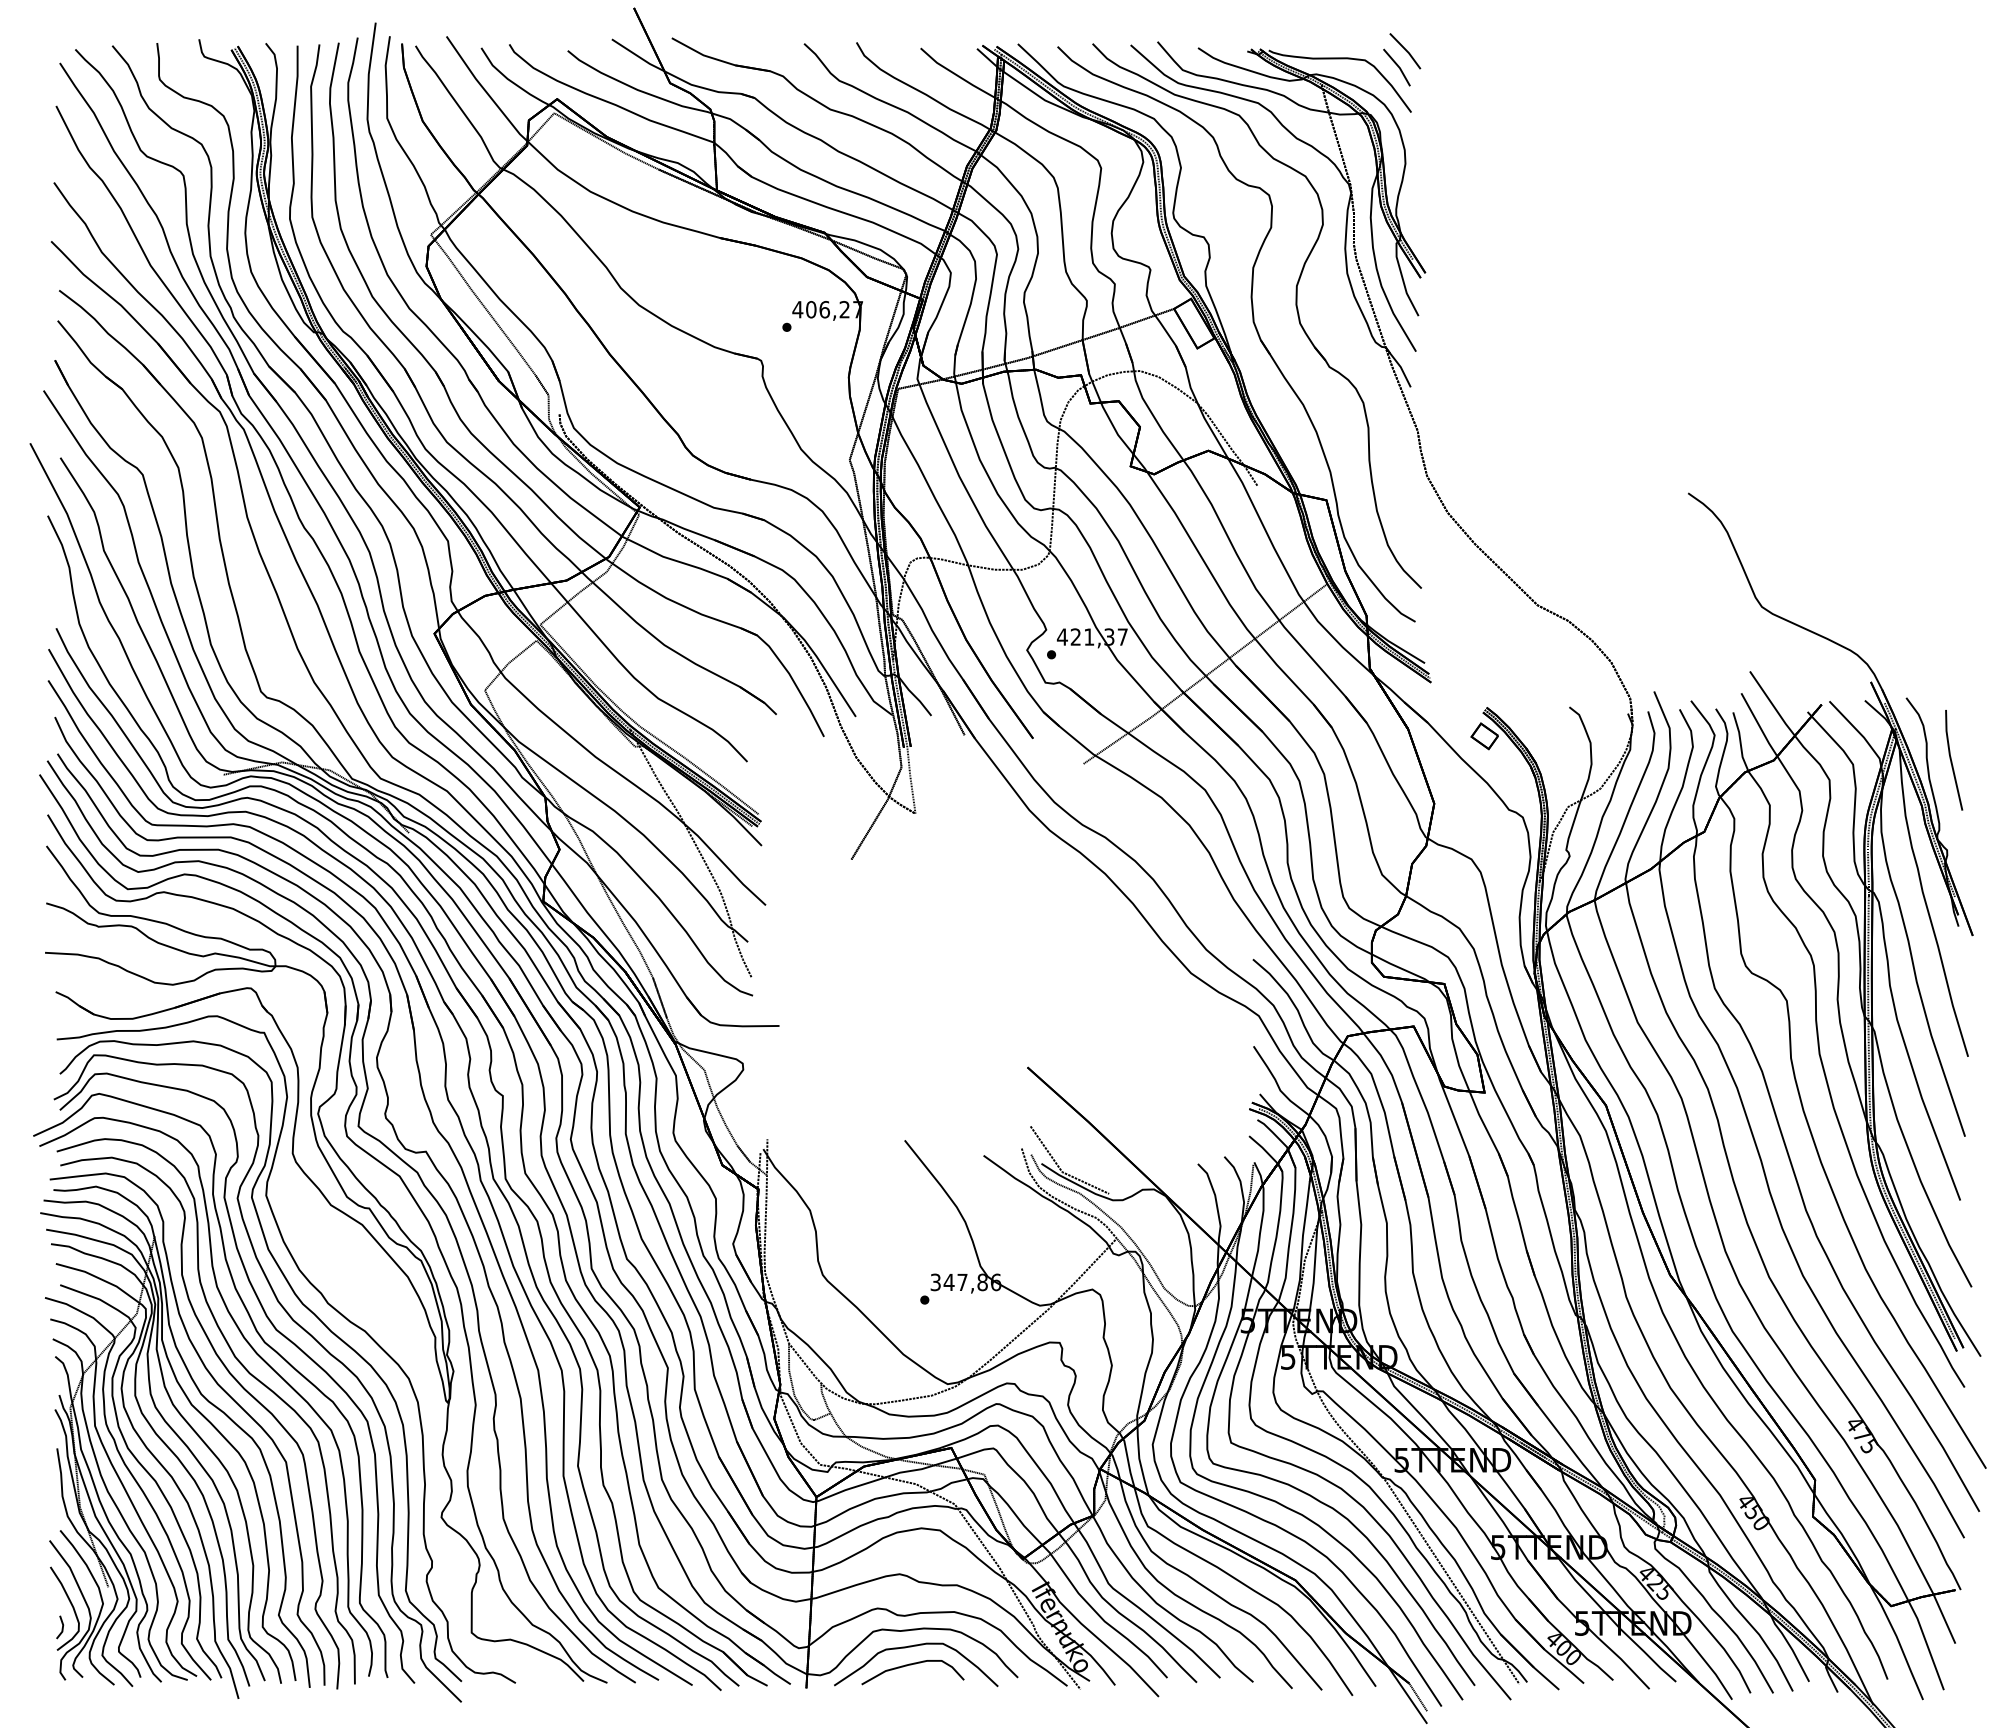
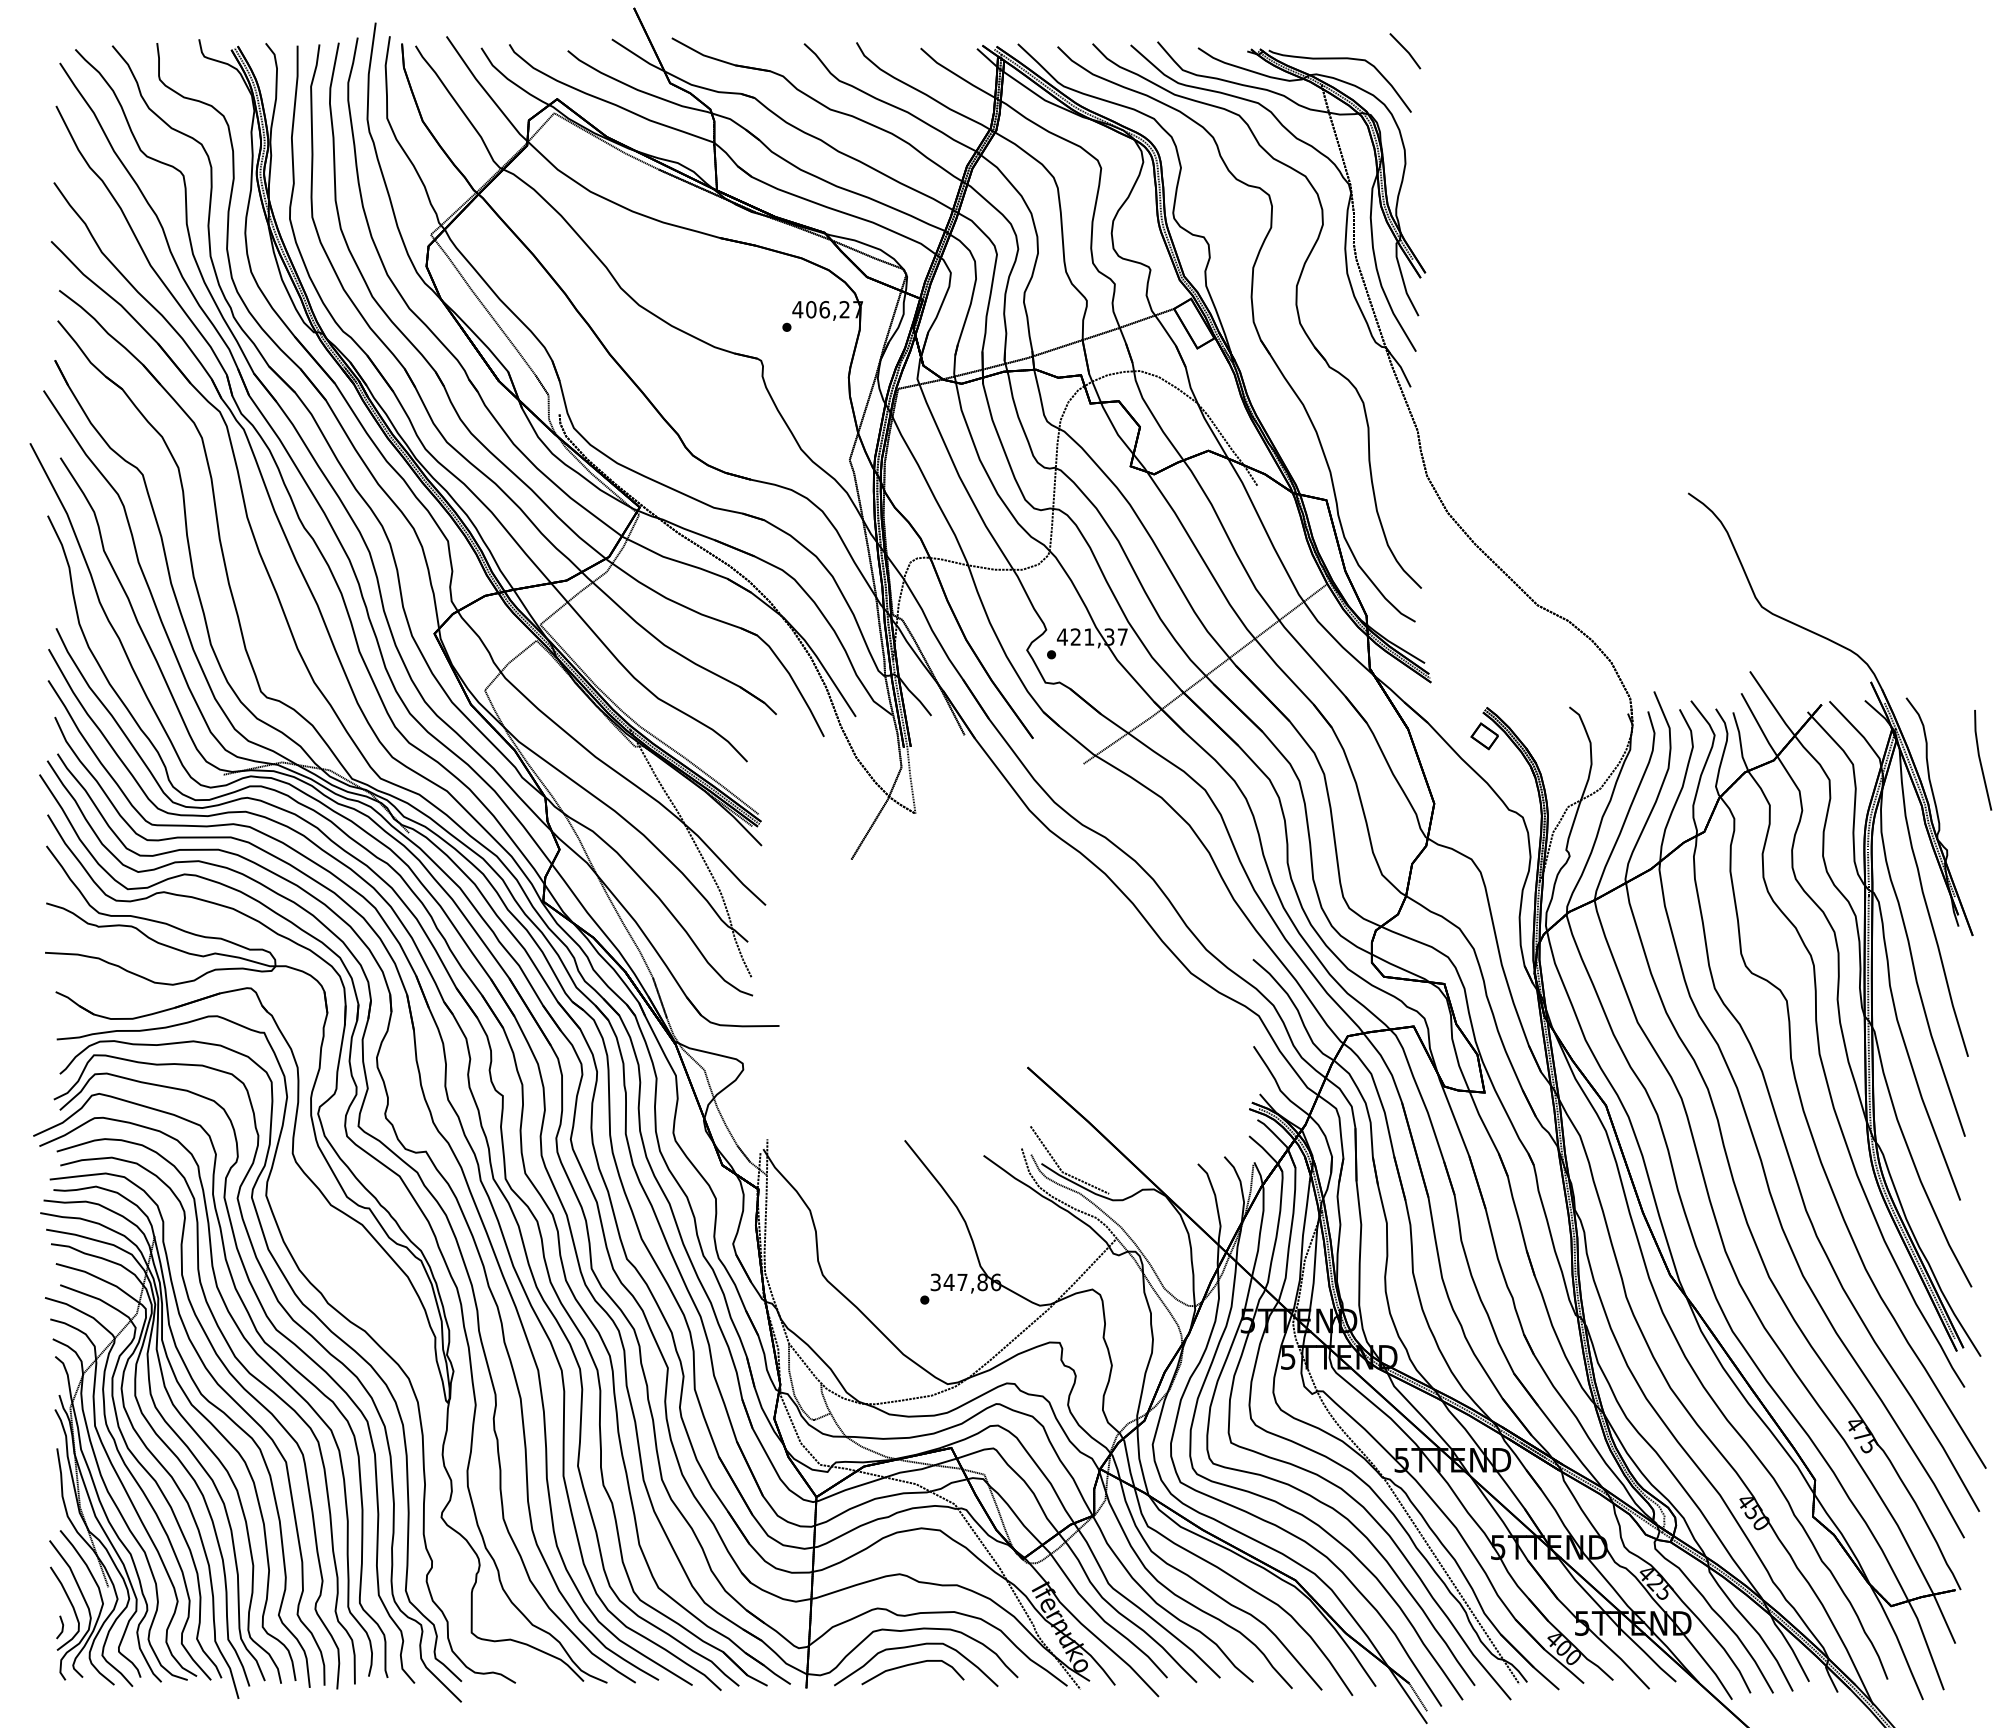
line at (1397, 66): present -> none
part at (1954, 760) position: (1954, 760) -> (1983, 760)
